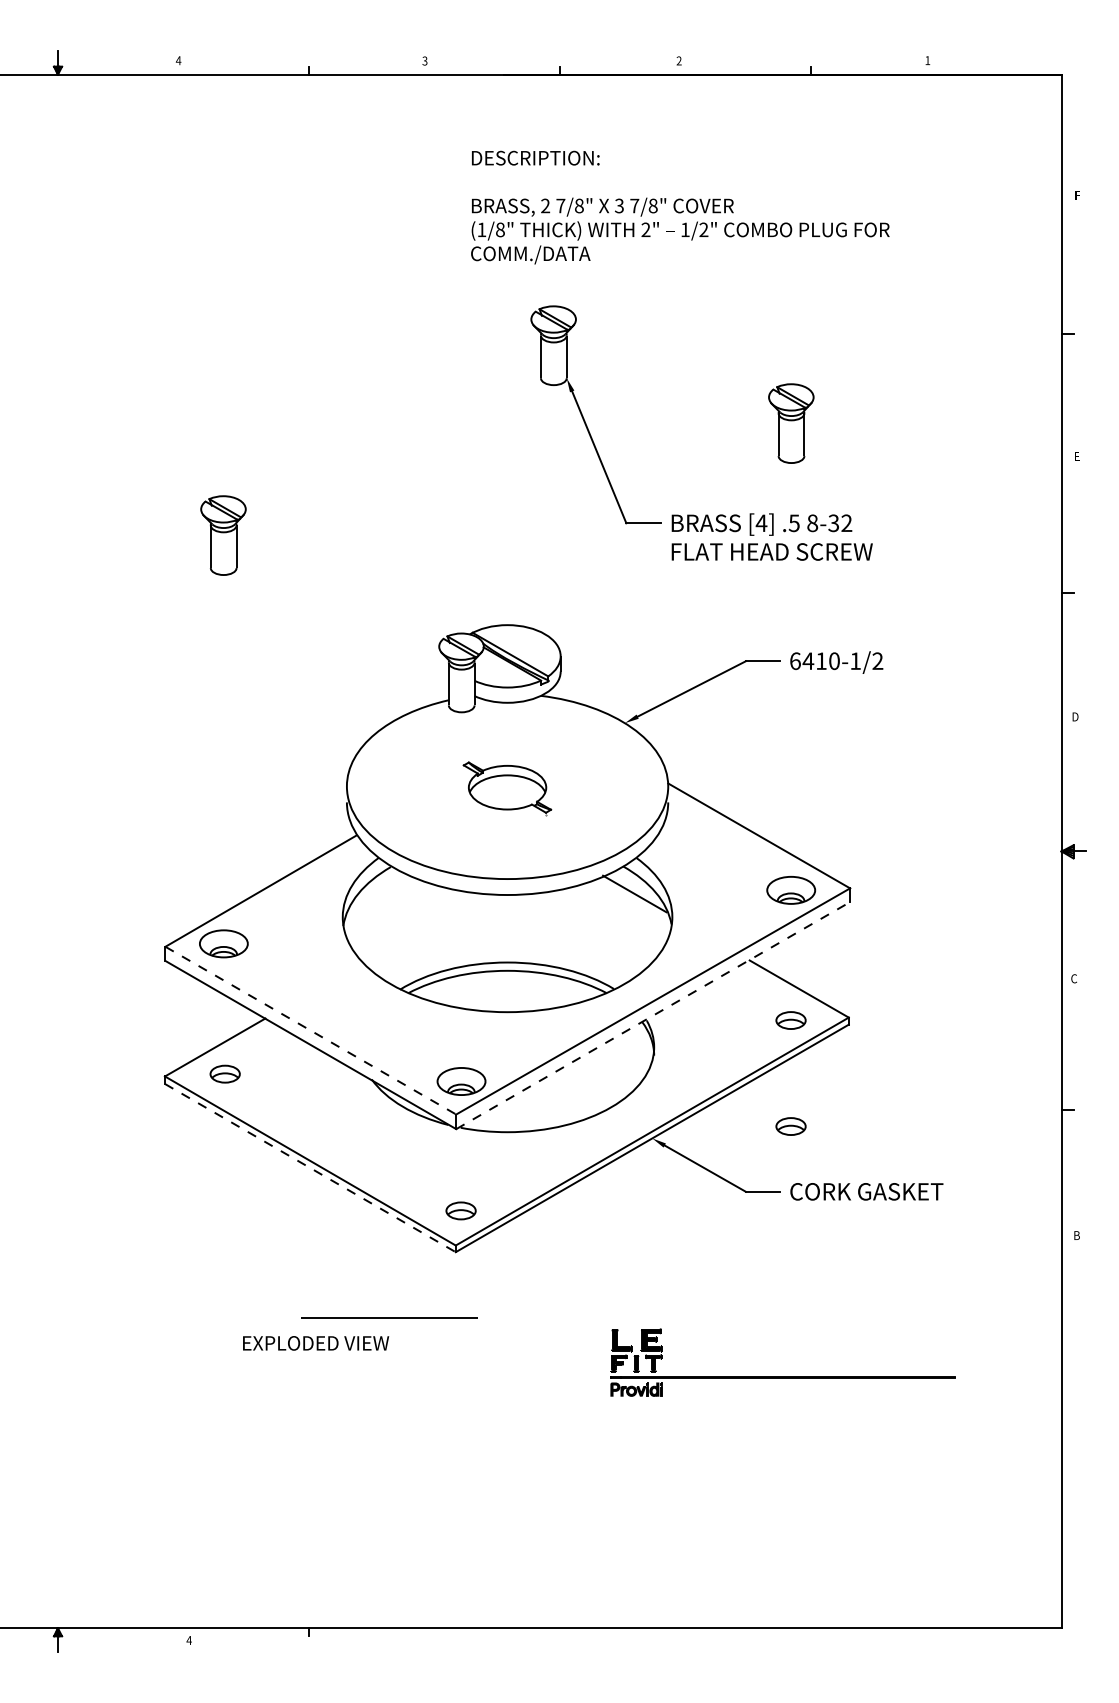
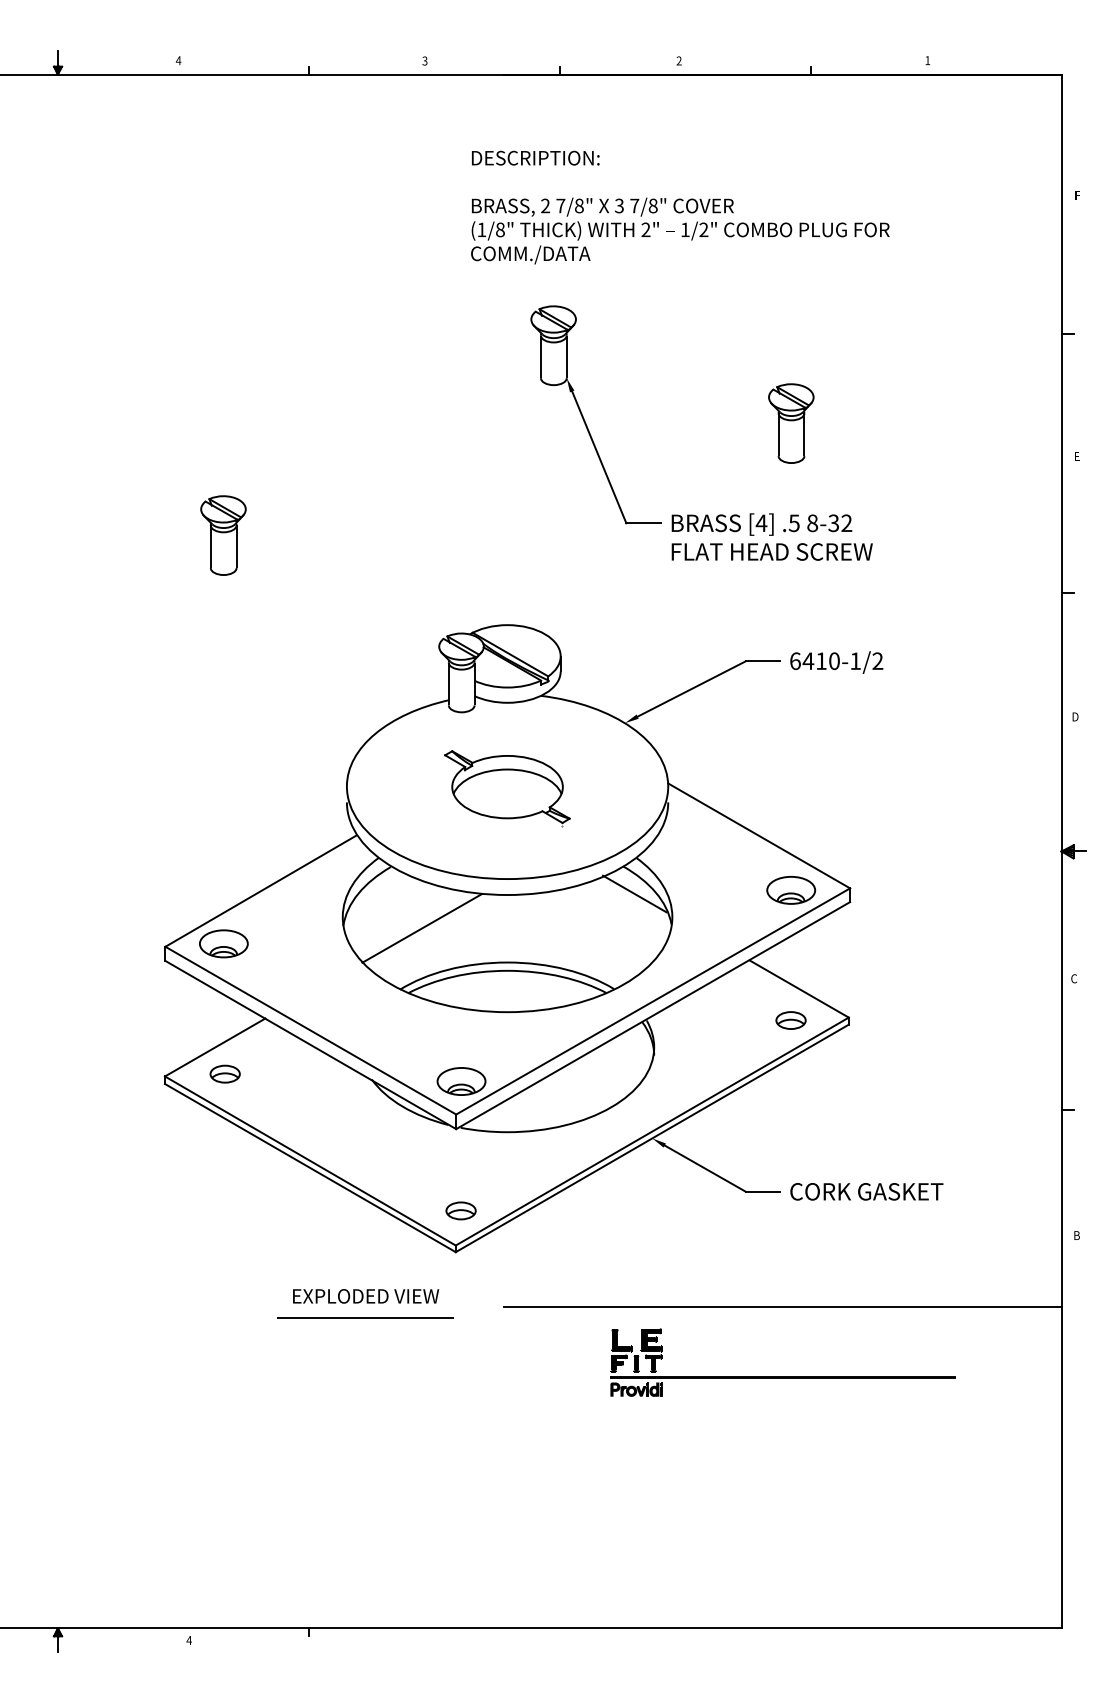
part at (507, 788) size: 91x56 px -> 127x78 px
line at (421, 928): none -> present
line at (653, 1015): dashed -> solid
line at (310, 1030): dashed -> solid
part at (790, 1126): present -> none
line at (310, 1168): dashed -> solid
line at (782, 1307): none -> present
line at (389, 1317) position: (389, 1317) -> (365, 1317)
text at (316, 1343) position: (316, 1343) -> (366, 1296)
